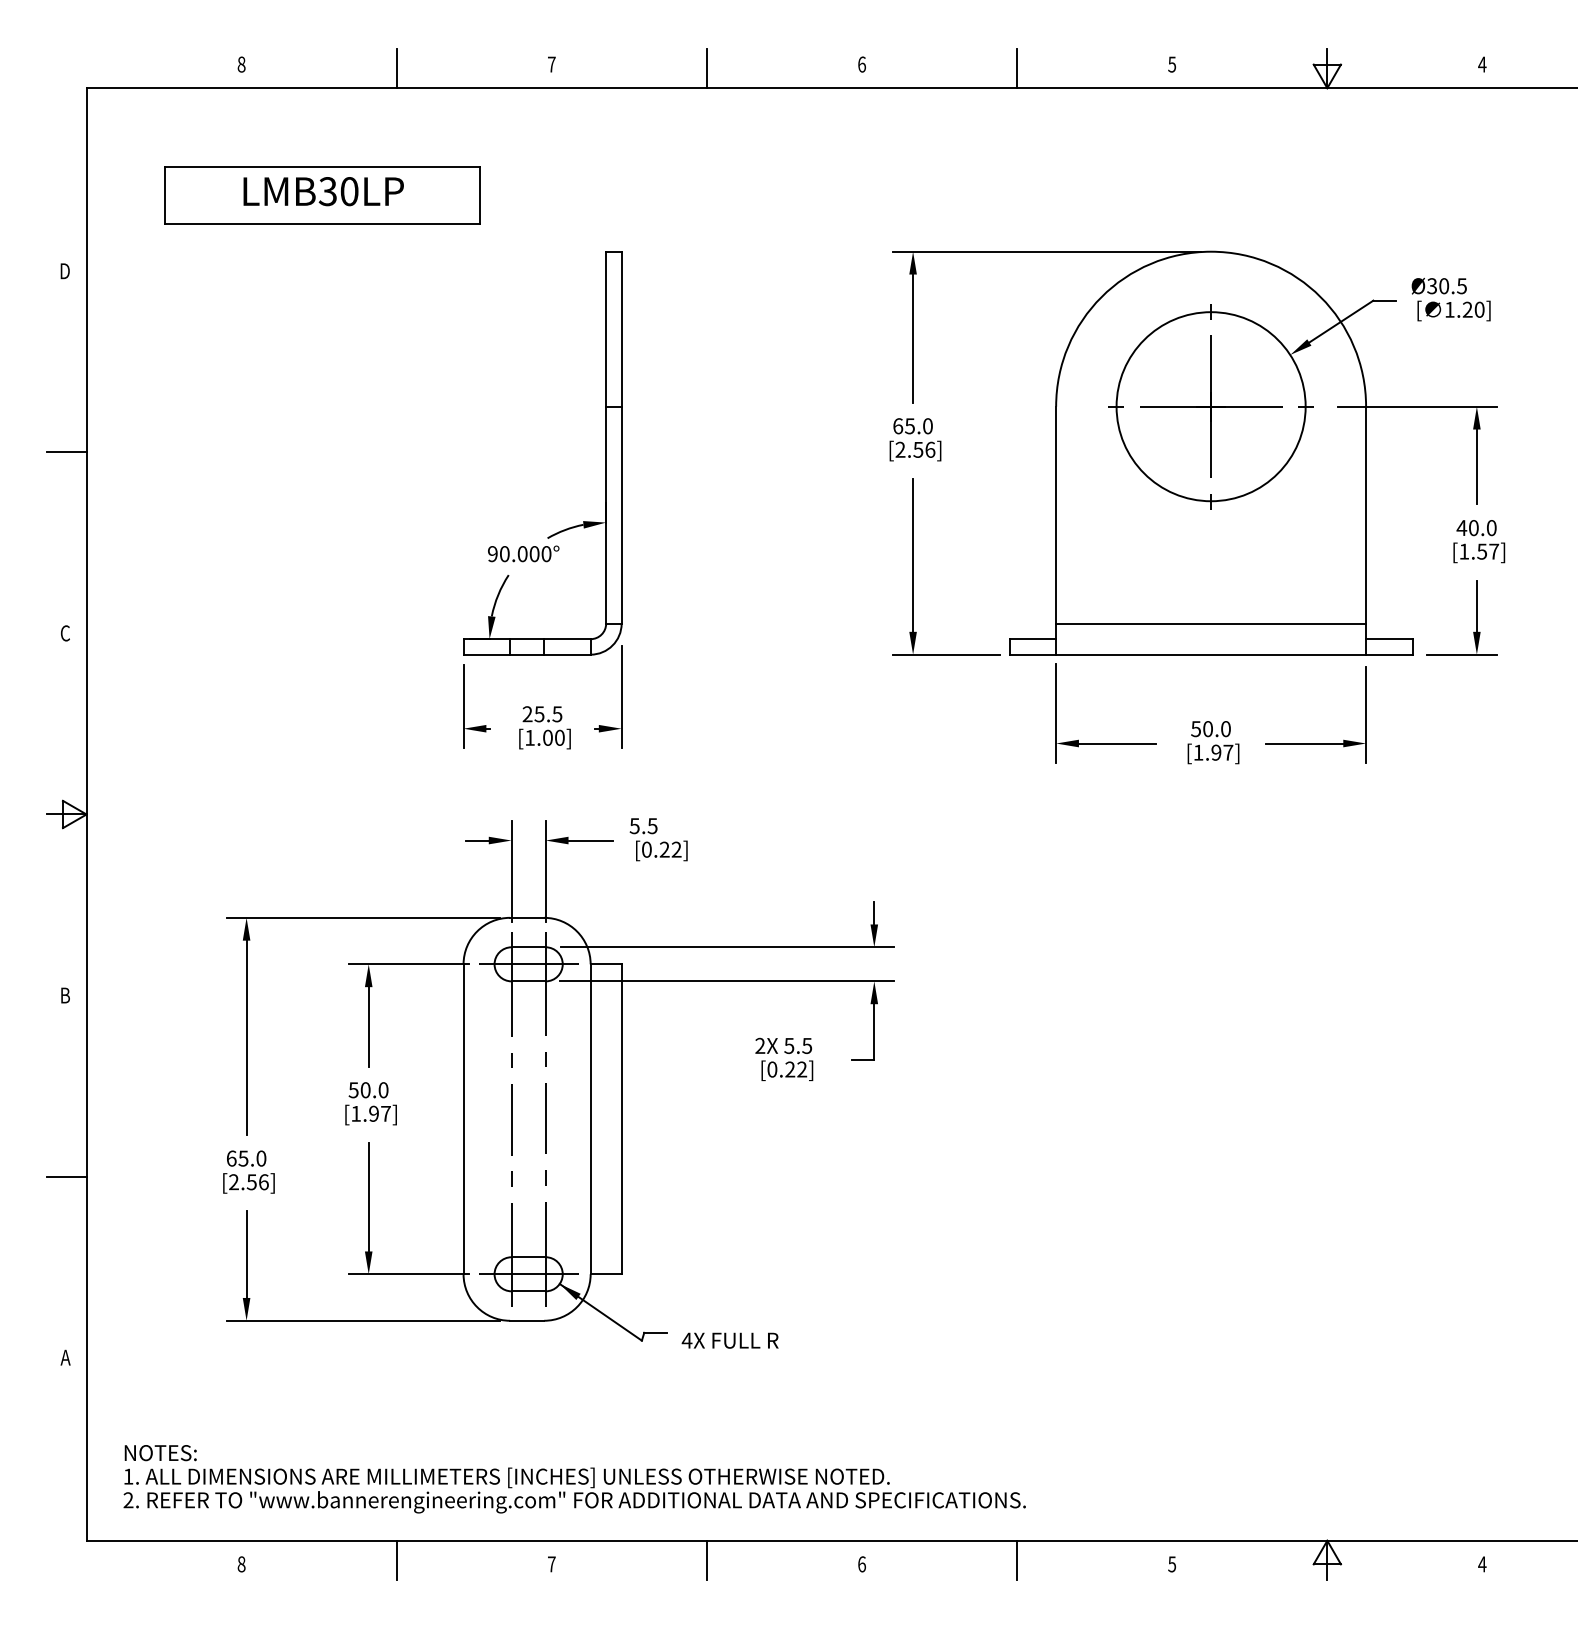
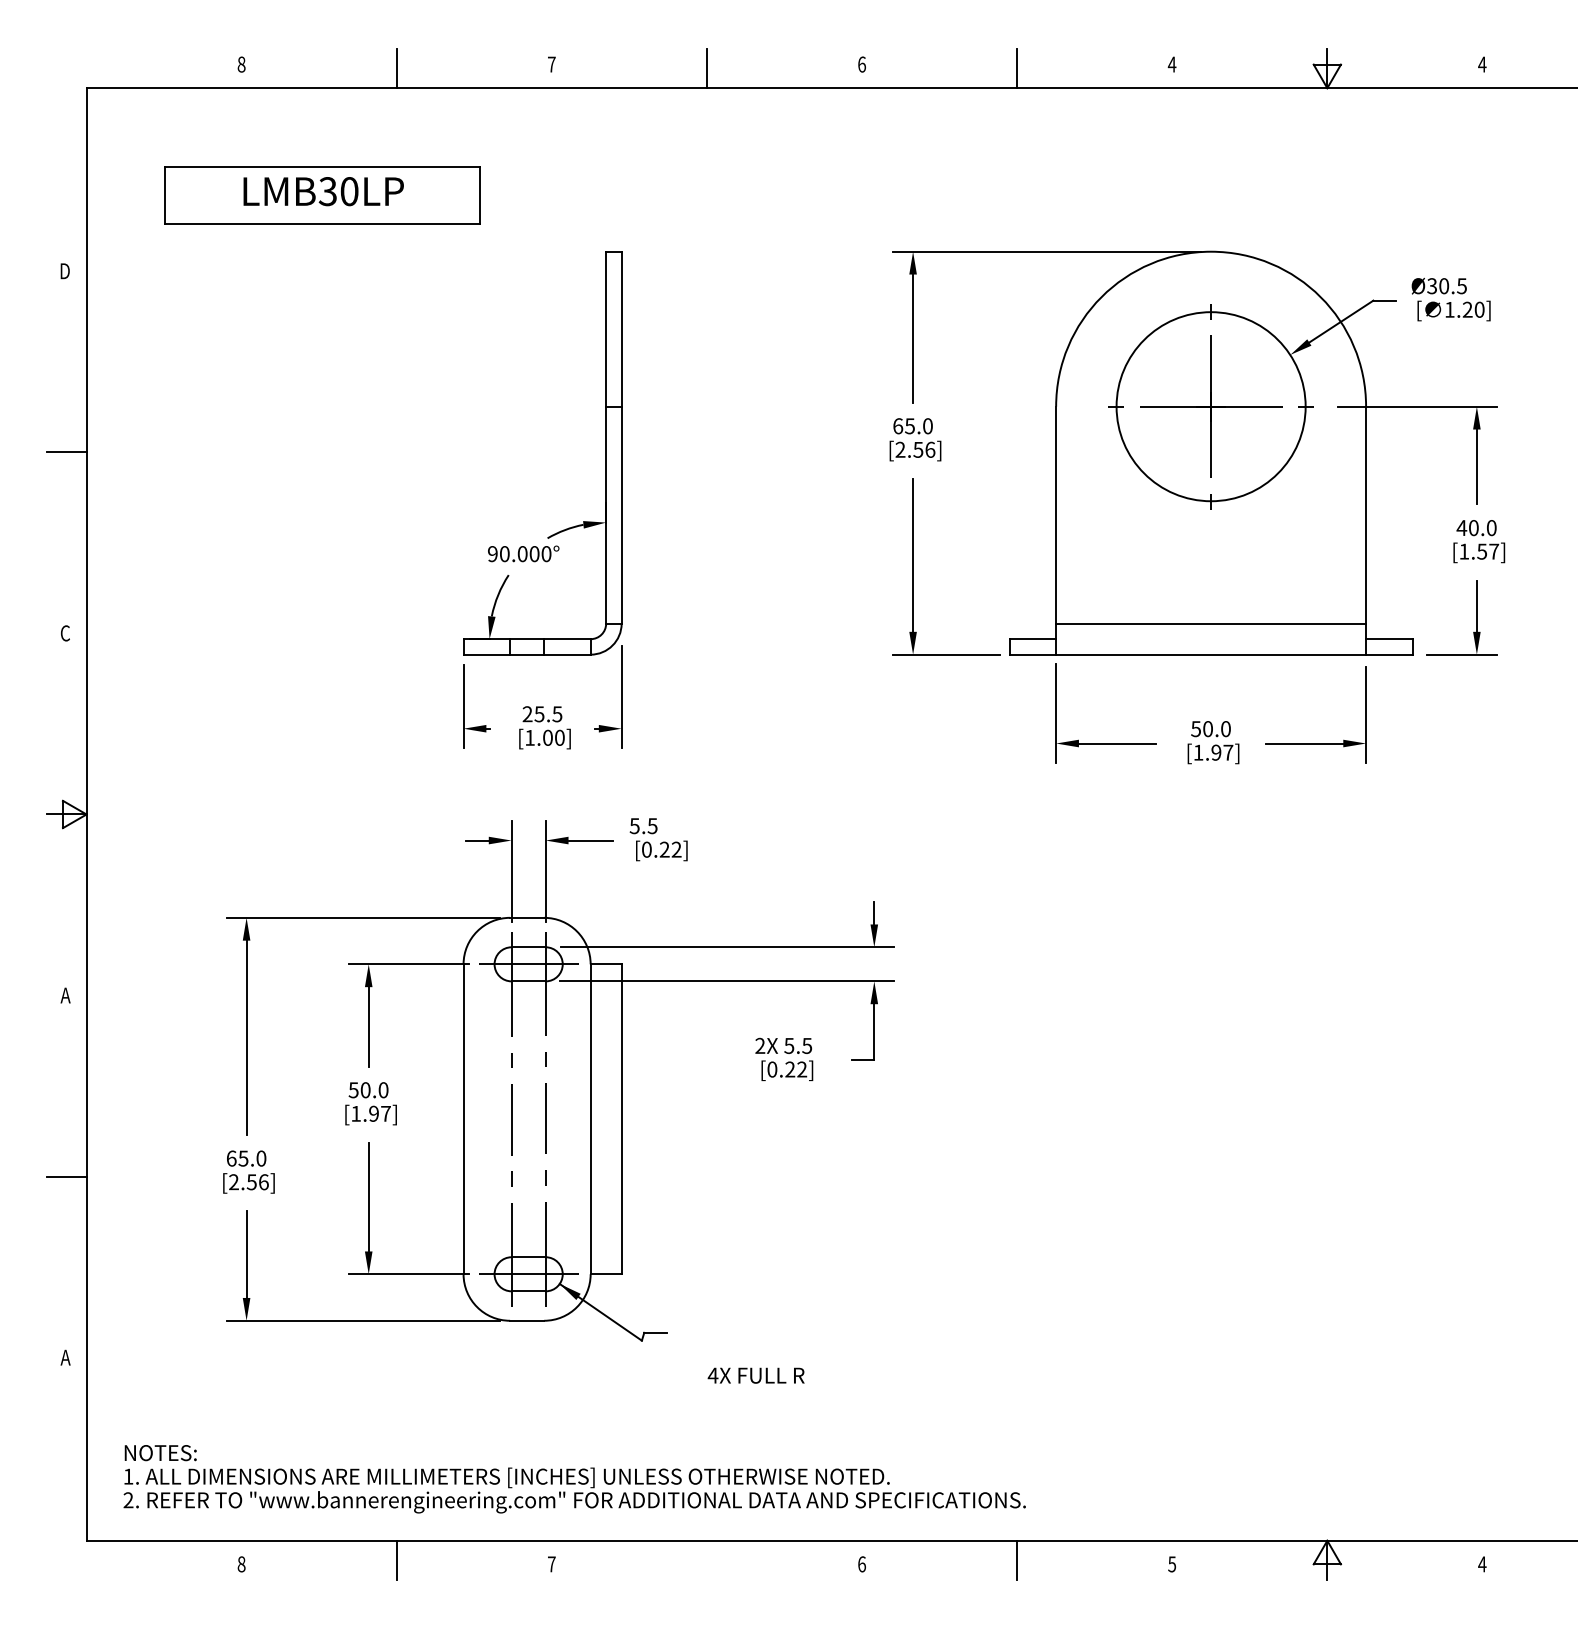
text at (1171, 64): 5 -> 4
text at (65, 995): B -> A
text at (729, 1340) position: (729, 1340) -> (755, 1375)
line at (706, 1560): present -> none
